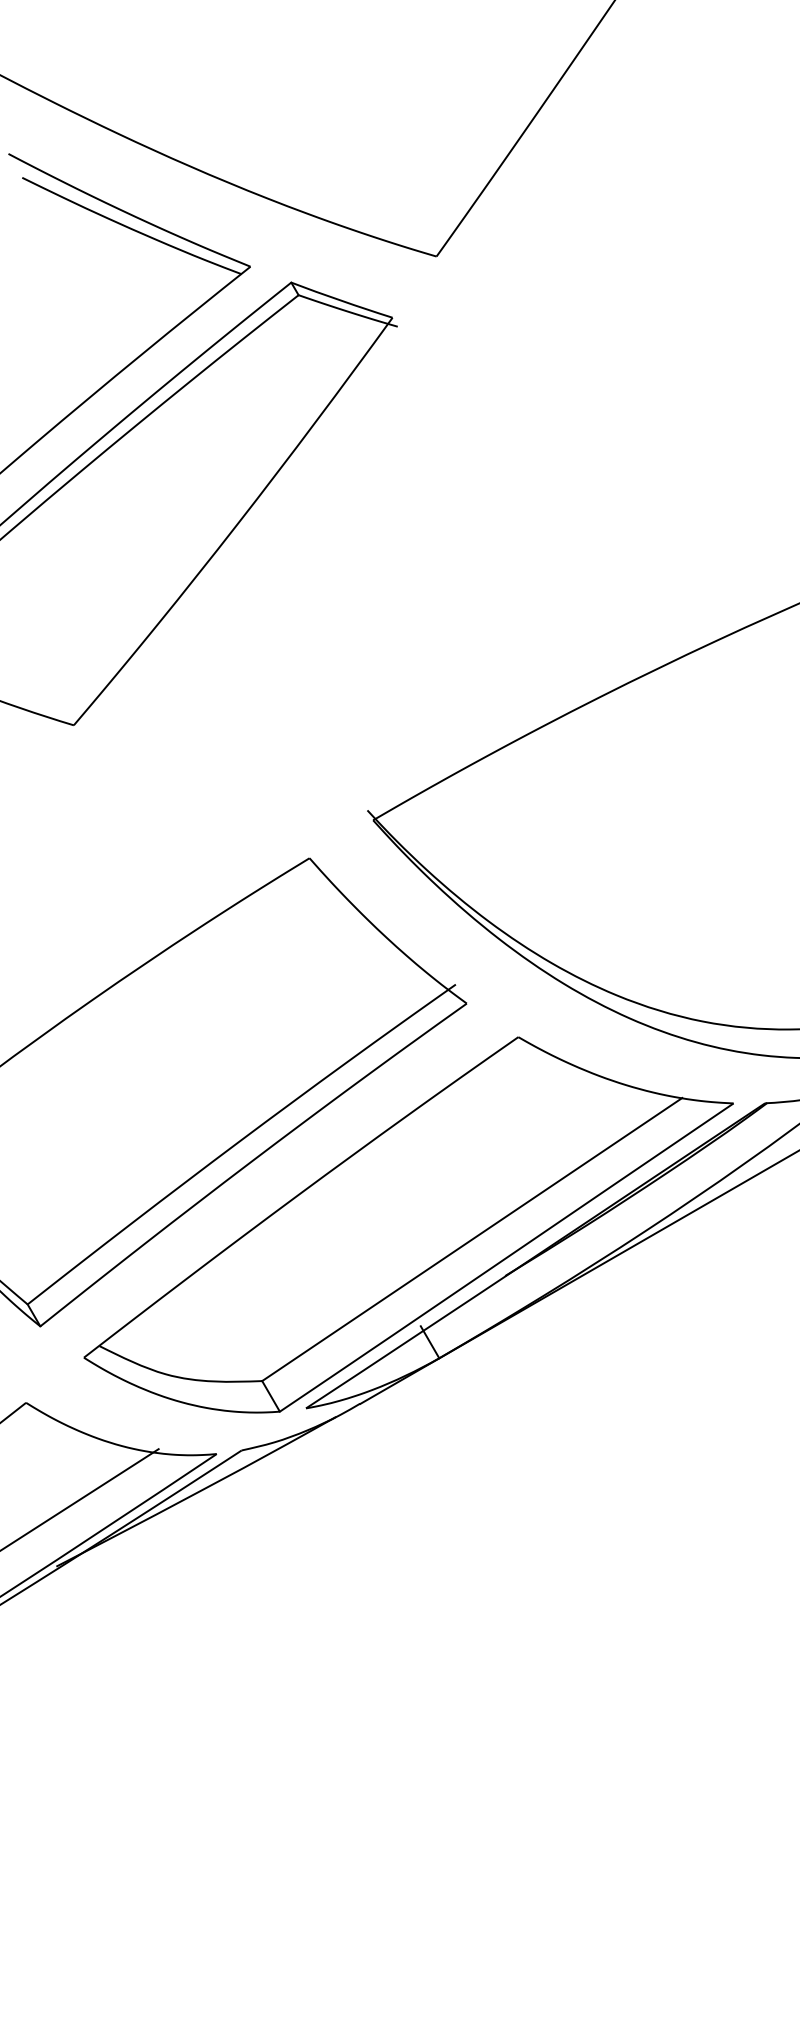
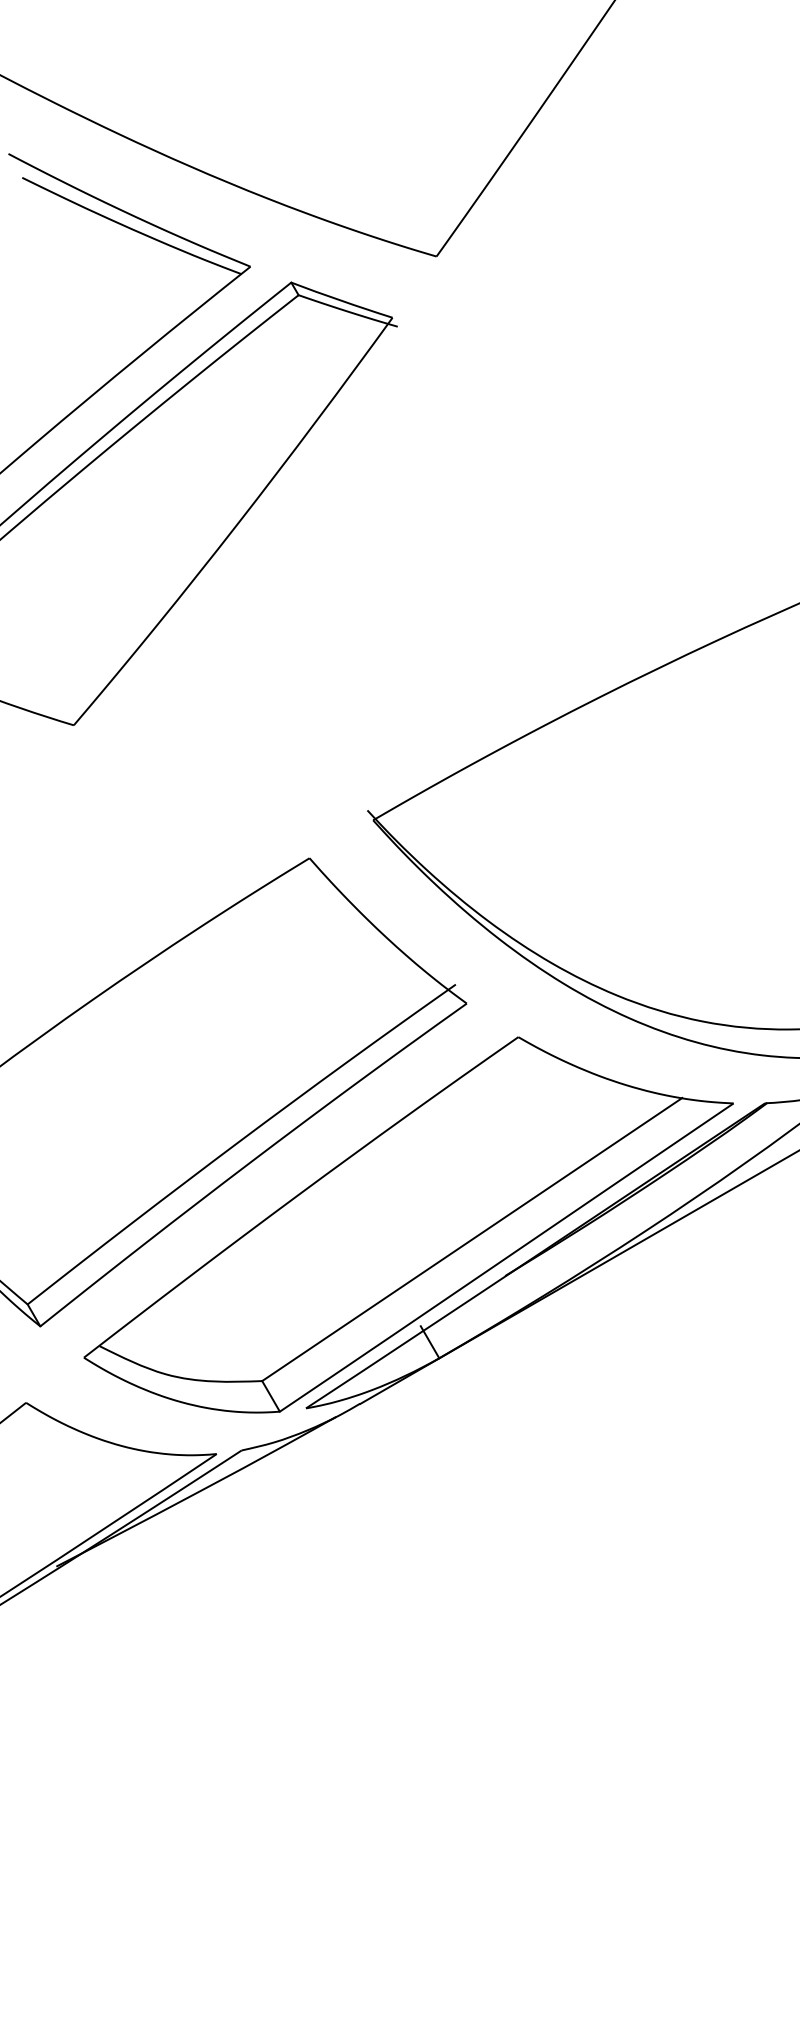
line at (80, 1499): present -> none
